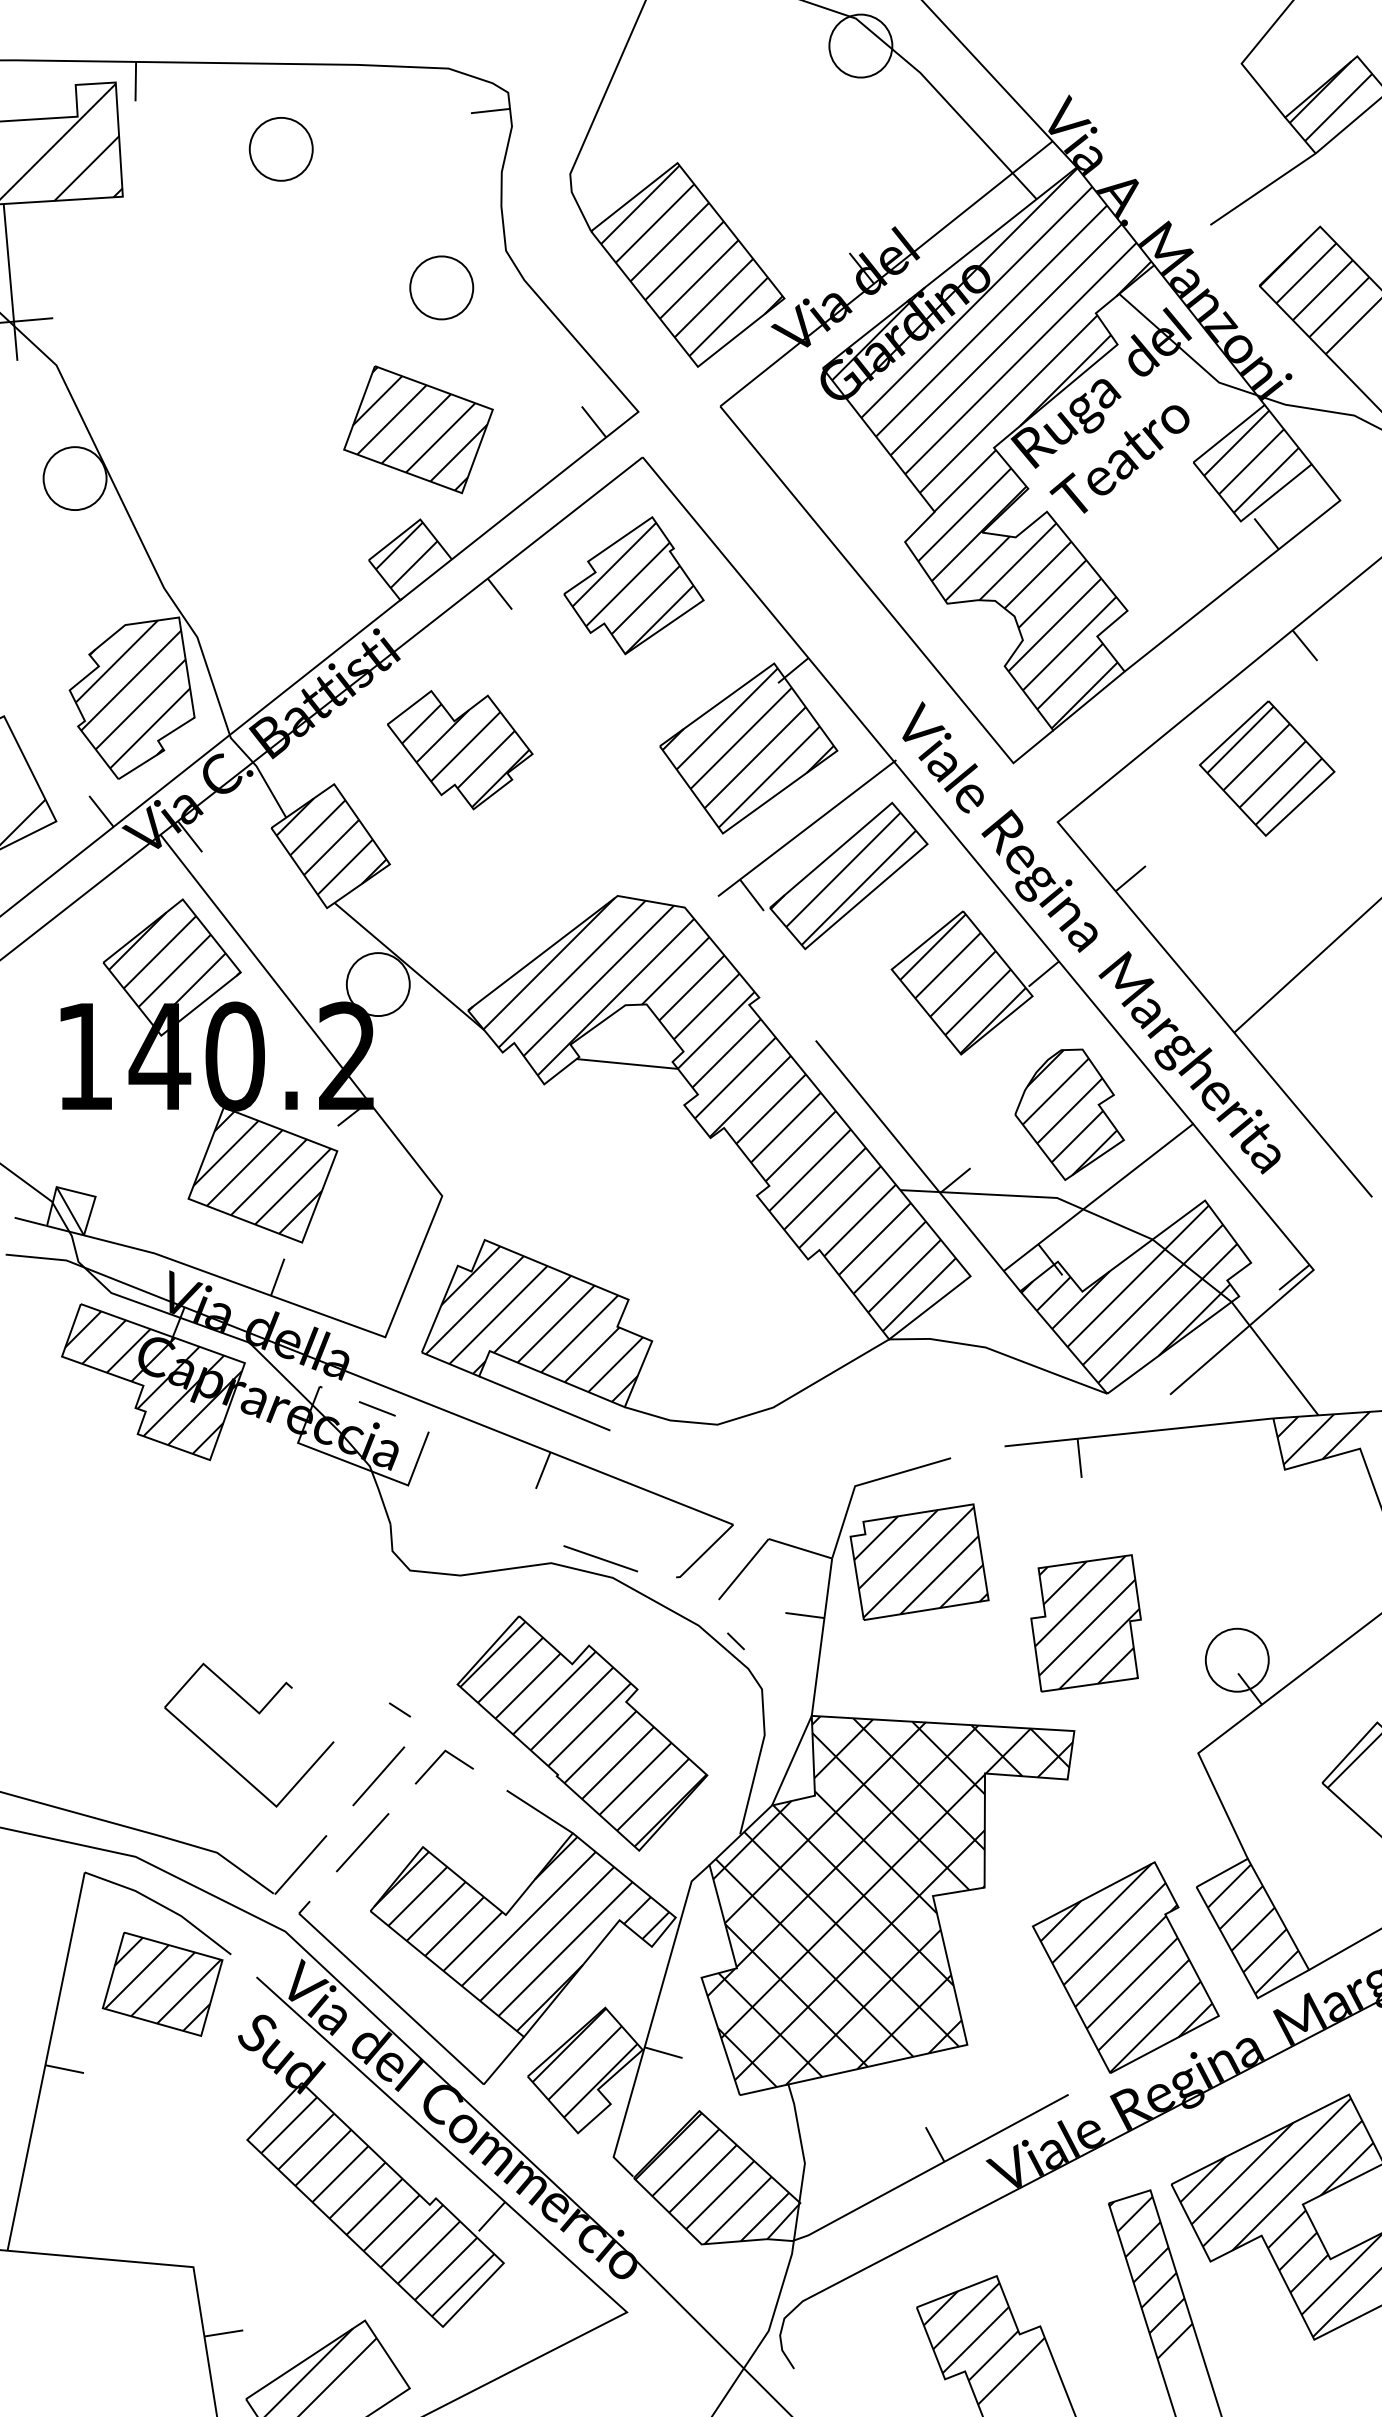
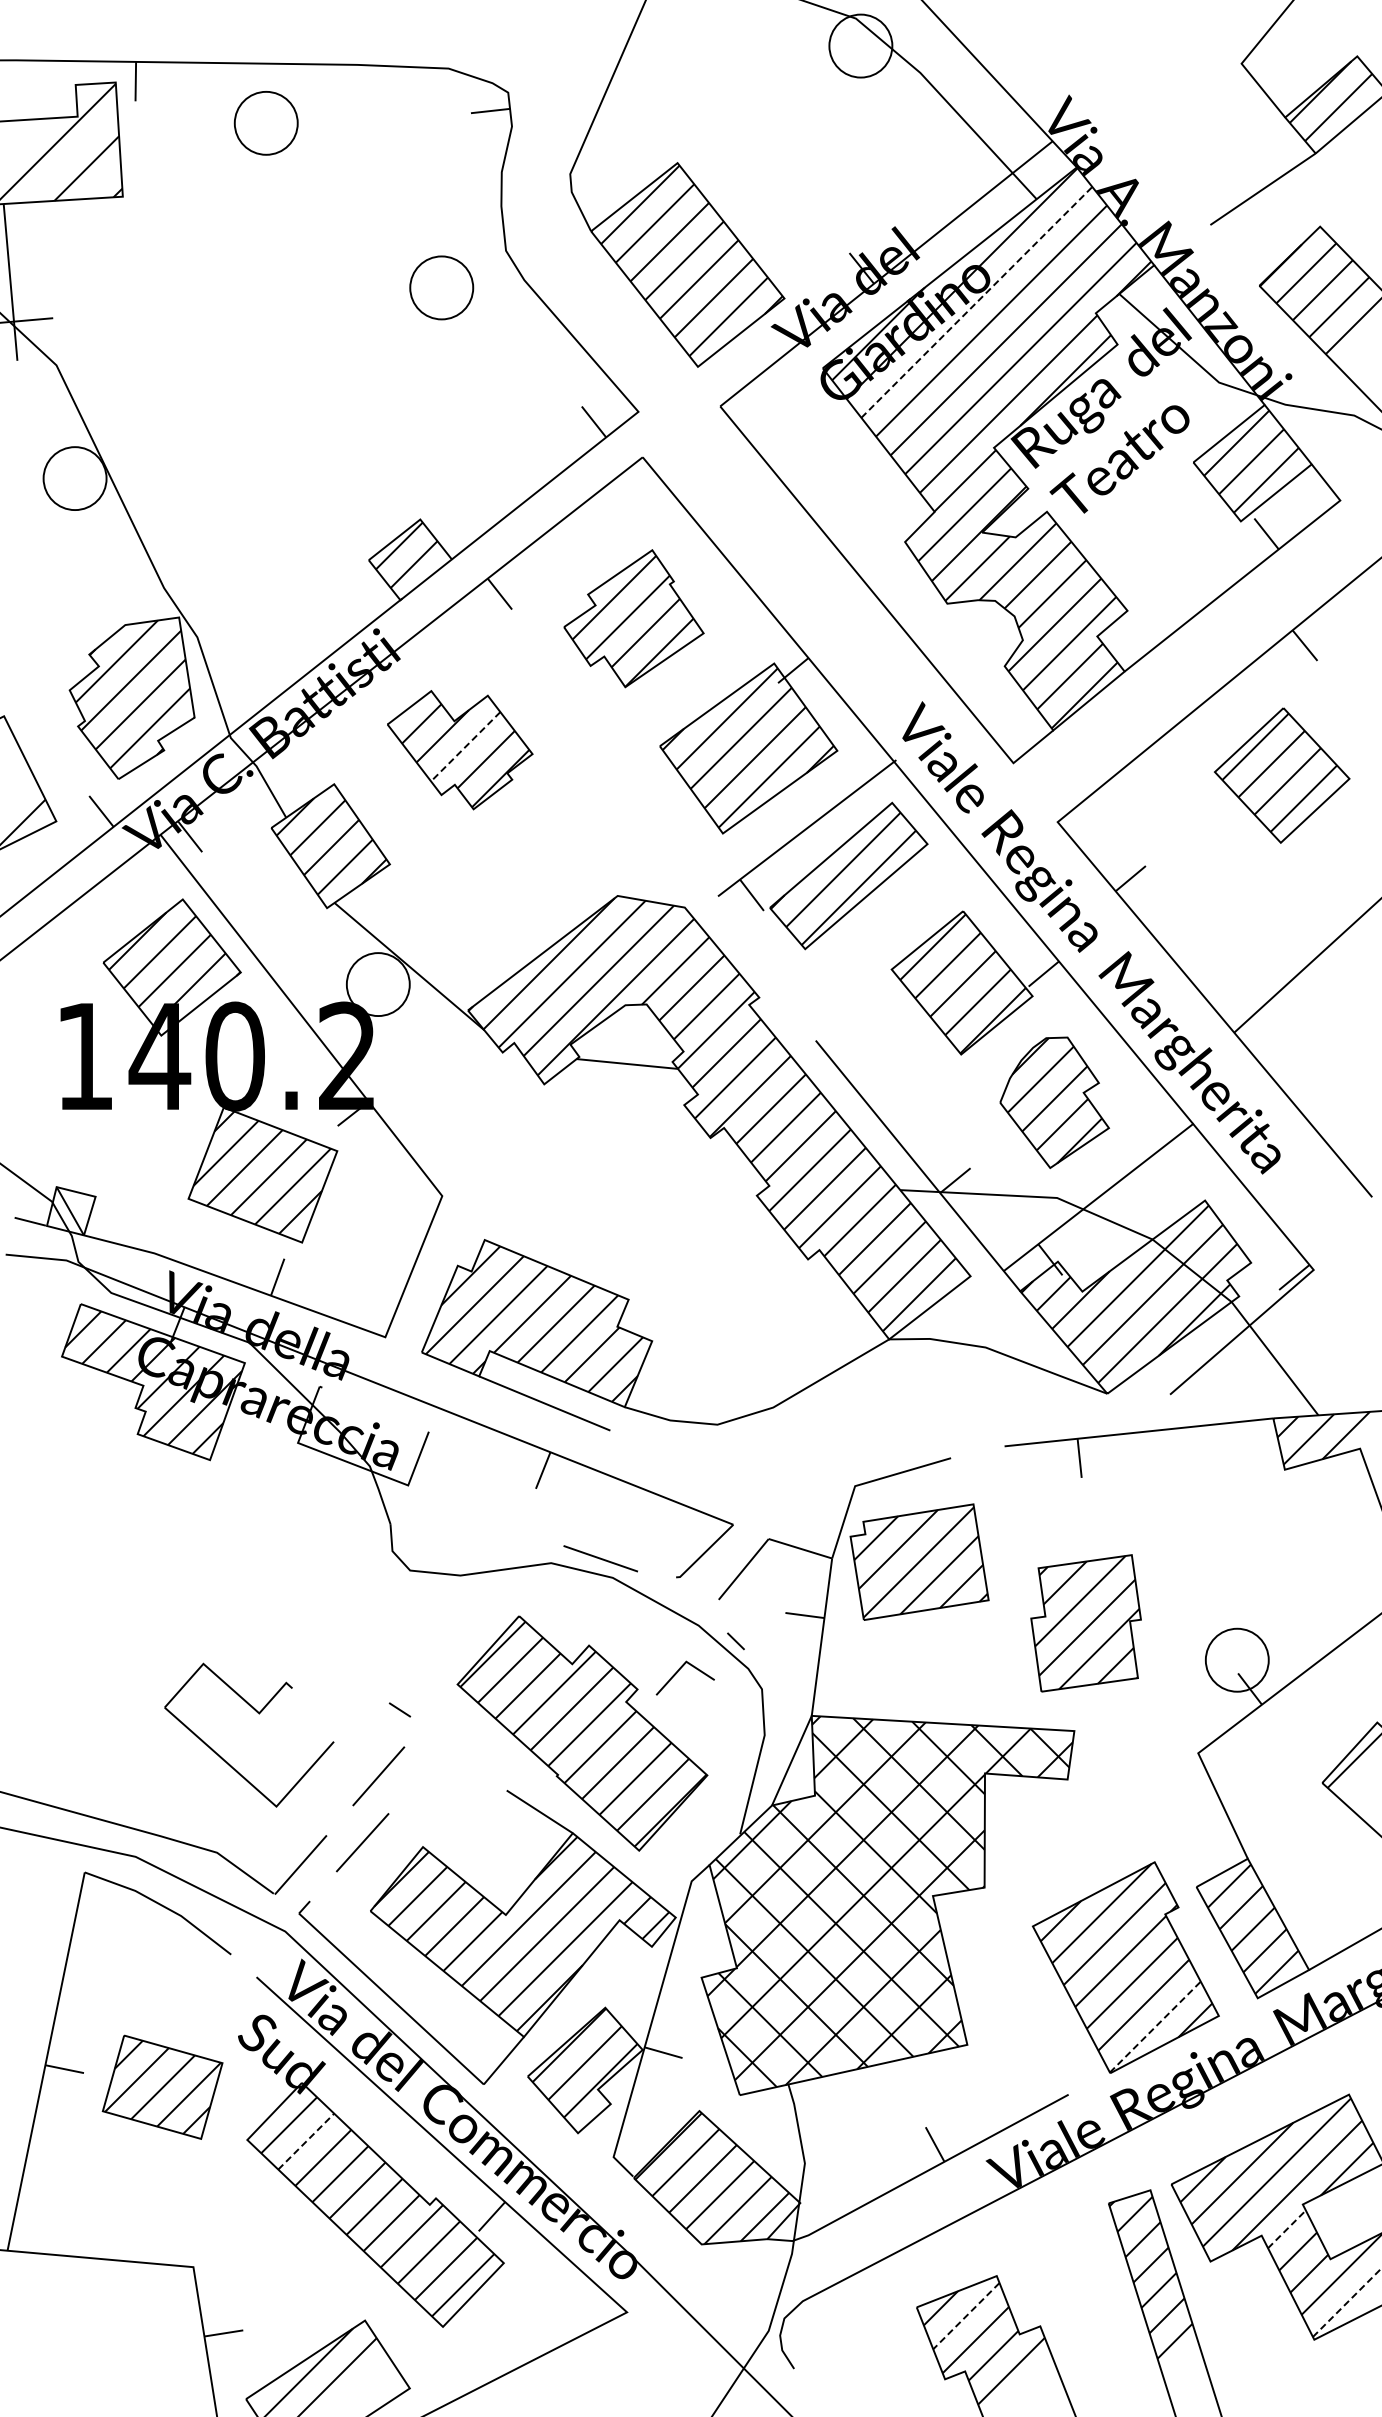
part at (280, 149) position: (280, 149) -> (265, 123)
line at (977, 302): solid -> dashed
part at (418, 429): present -> none
part at (633, 585) position: (633, 585) -> (633, 618)
line at (465, 747): solid -> dashed
part at (1267, 768) position: (1267, 768) -> (1282, 775)
part at (1069, 1114) position: (1069, 1114) -> (1054, 1102)
line at (376, 1408): present -> none
line at (436, 1762) position: (436, 1762) -> (677, 1673)
part at (162, 1983) position: (162, 1983) -> (162, 2086)
line at (1155, 2026): solid -> dashed
line at (306, 2141): solid -> dashed
line at (1286, 2229): solid -> dashed
line at (1347, 2302): solid -> dashed
line at (966, 2316): solid -> dashed
